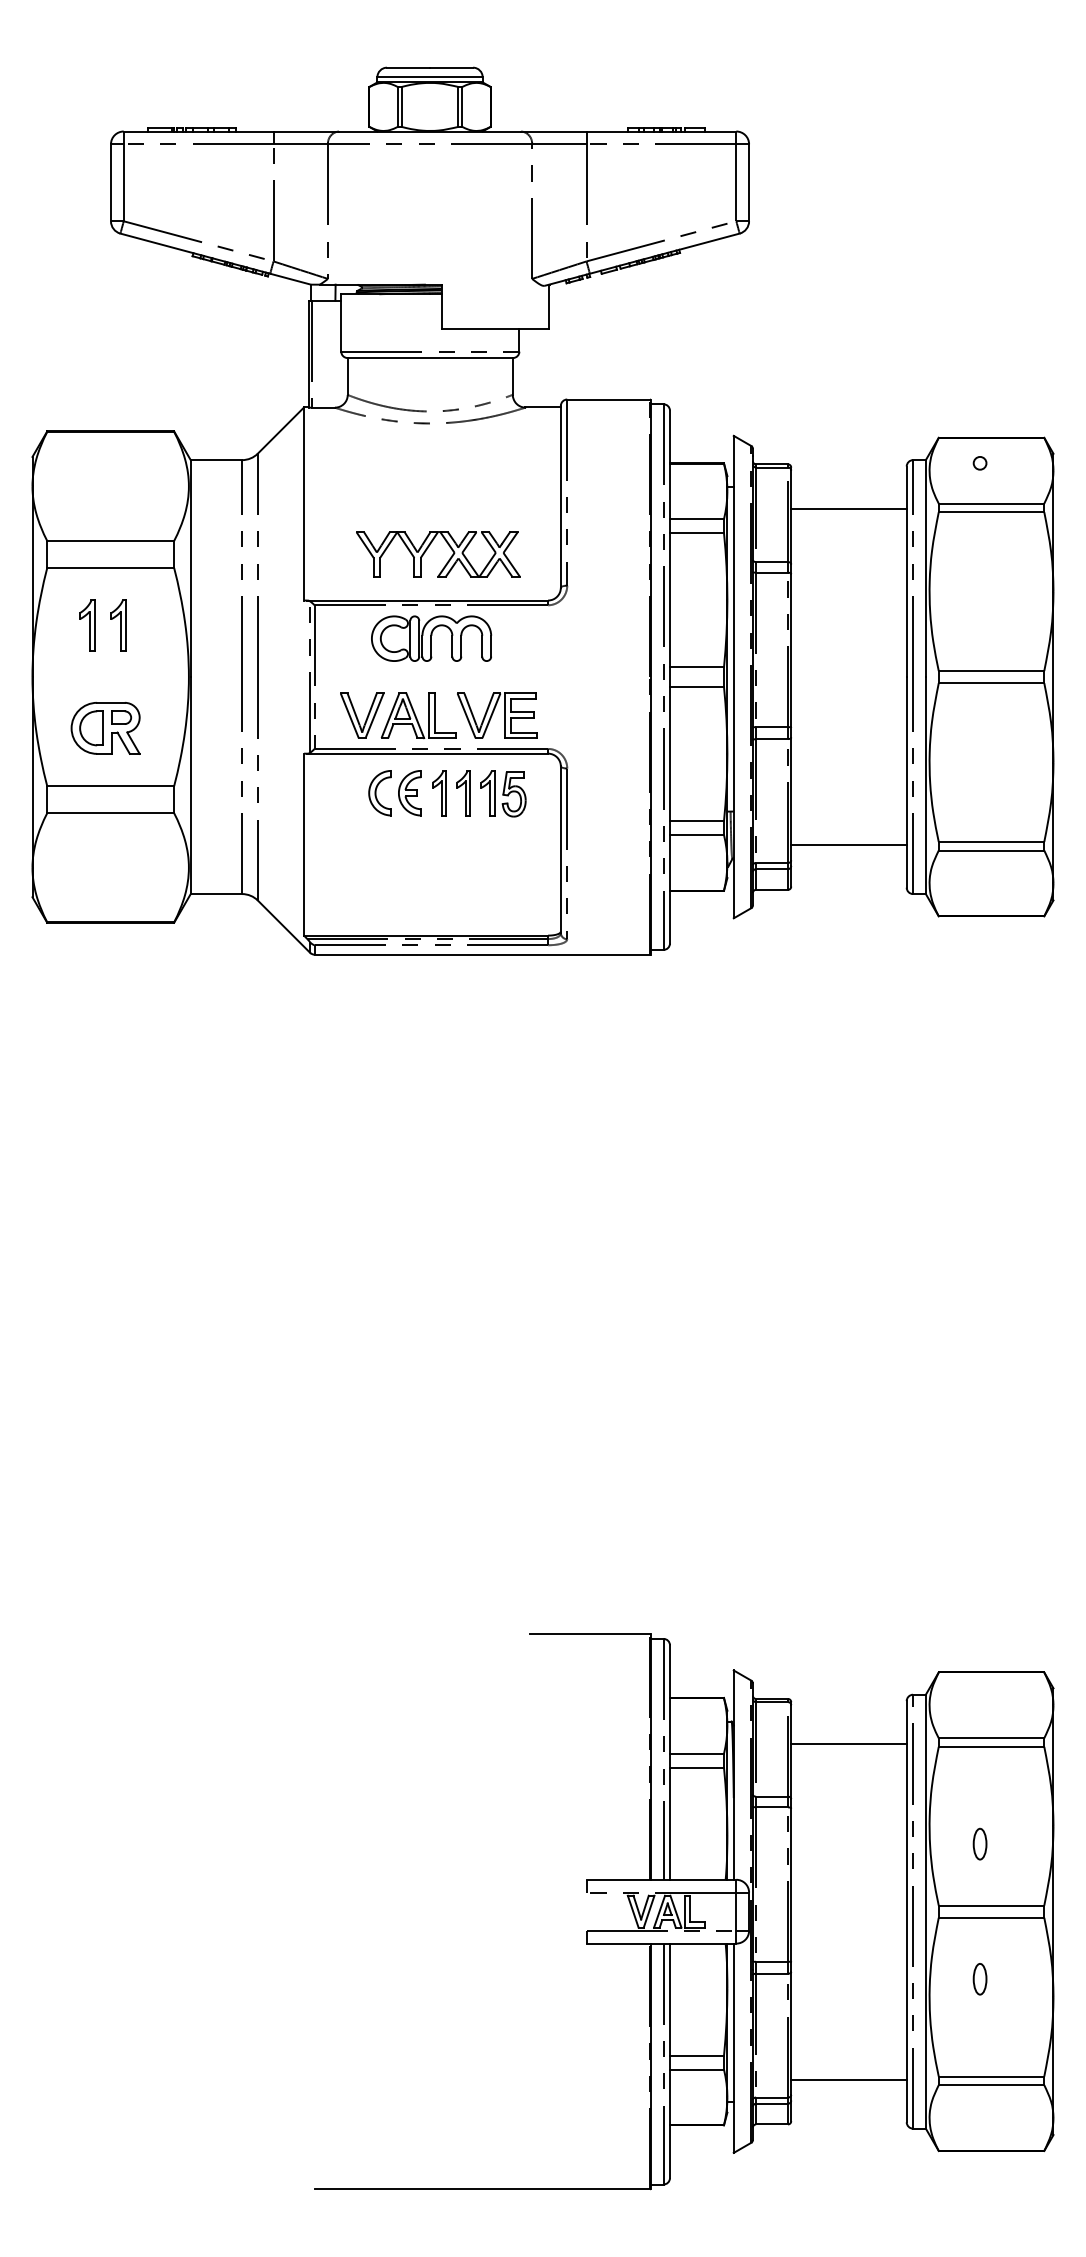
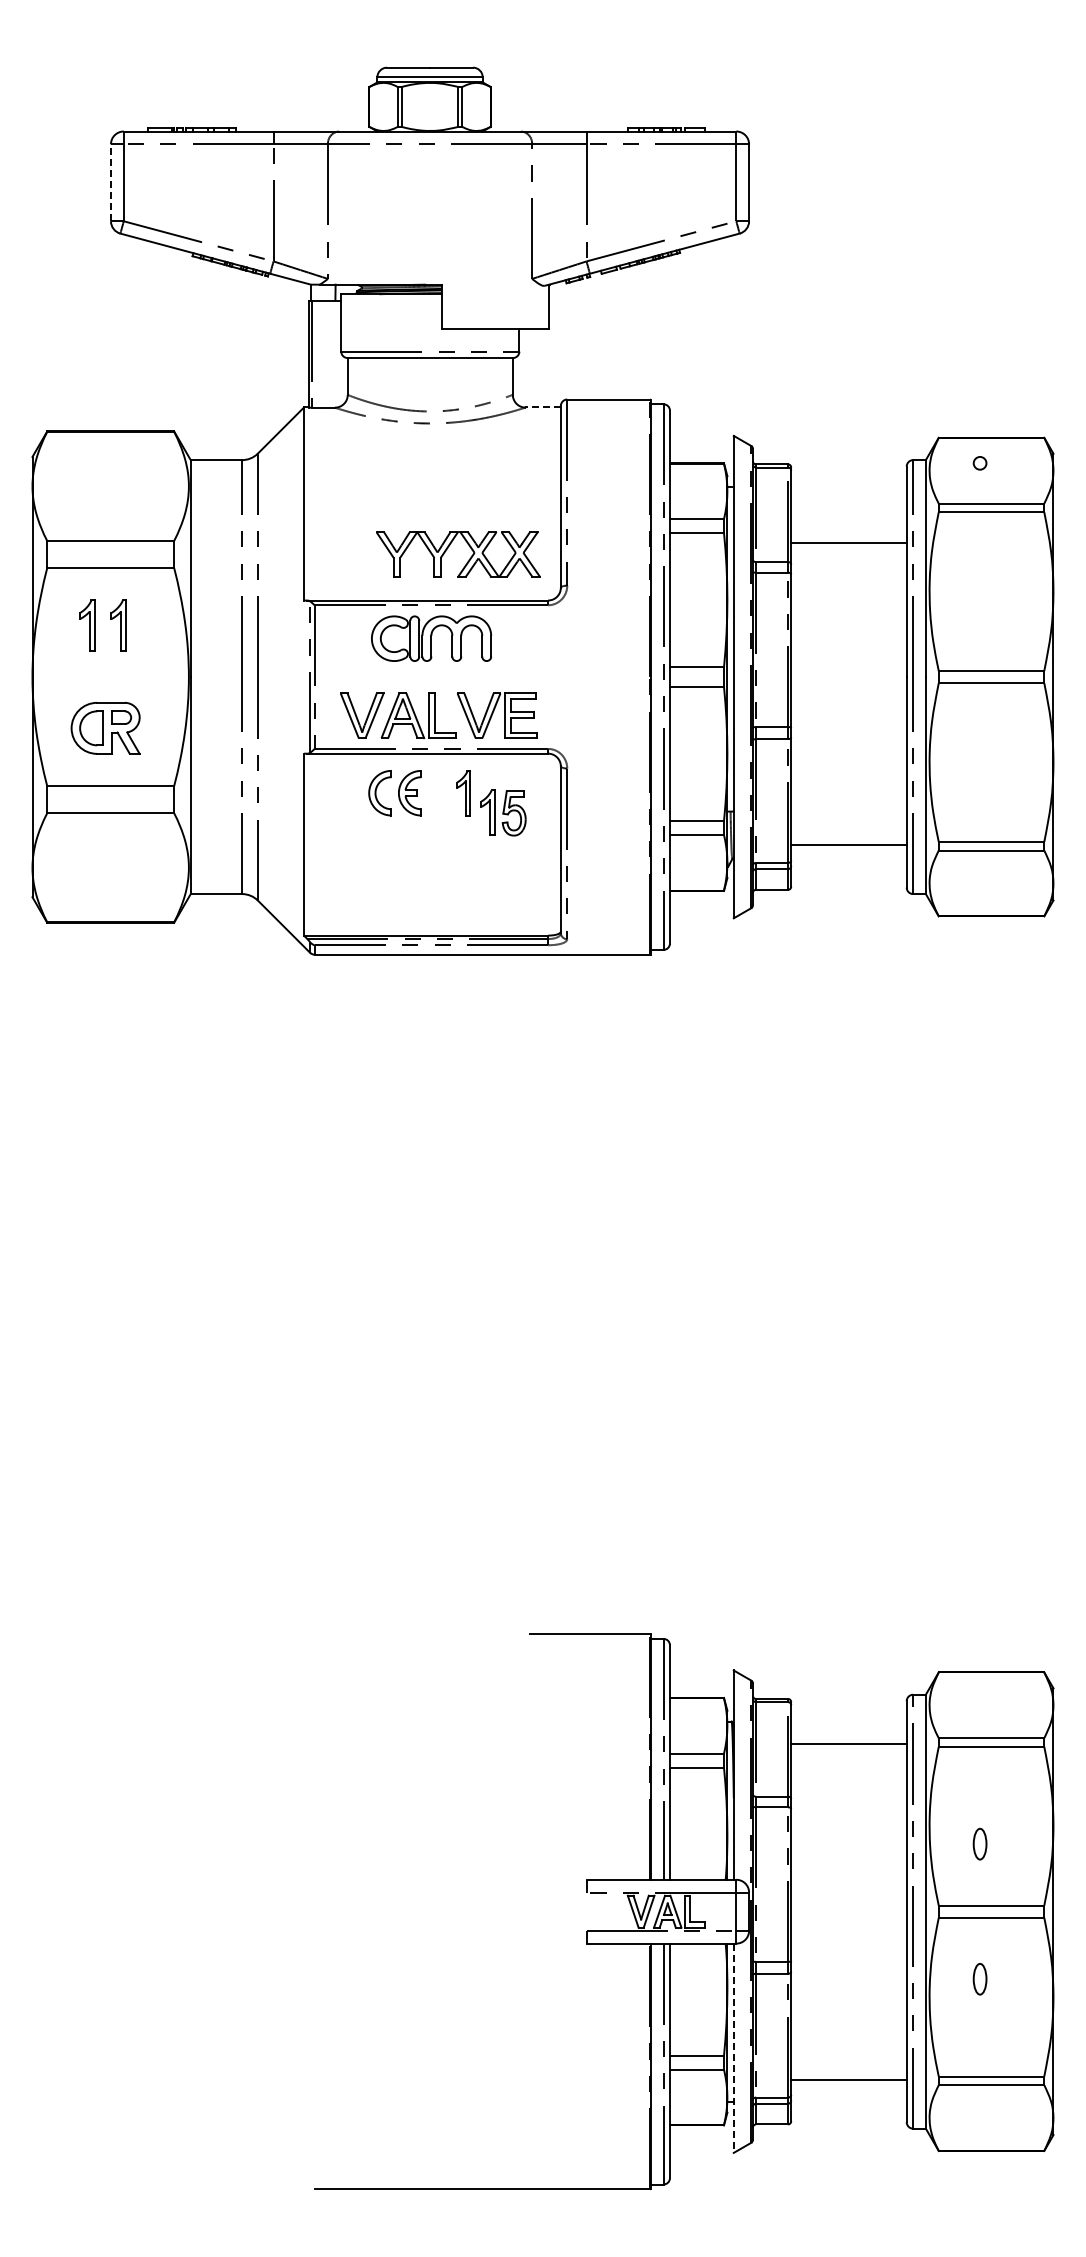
line at (110, 182): solid -> dashed
line at (543, 407): solid -> dashed
line at (848, 508) position: (848, 508) -> (848, 542)
part at (448, 559) position: (448, 559) -> (468, 559)
part at (439, 793): present -> none
part at (503, 793) position: (503, 793) -> (503, 812)
line at (733, 2048): solid -> dashed
